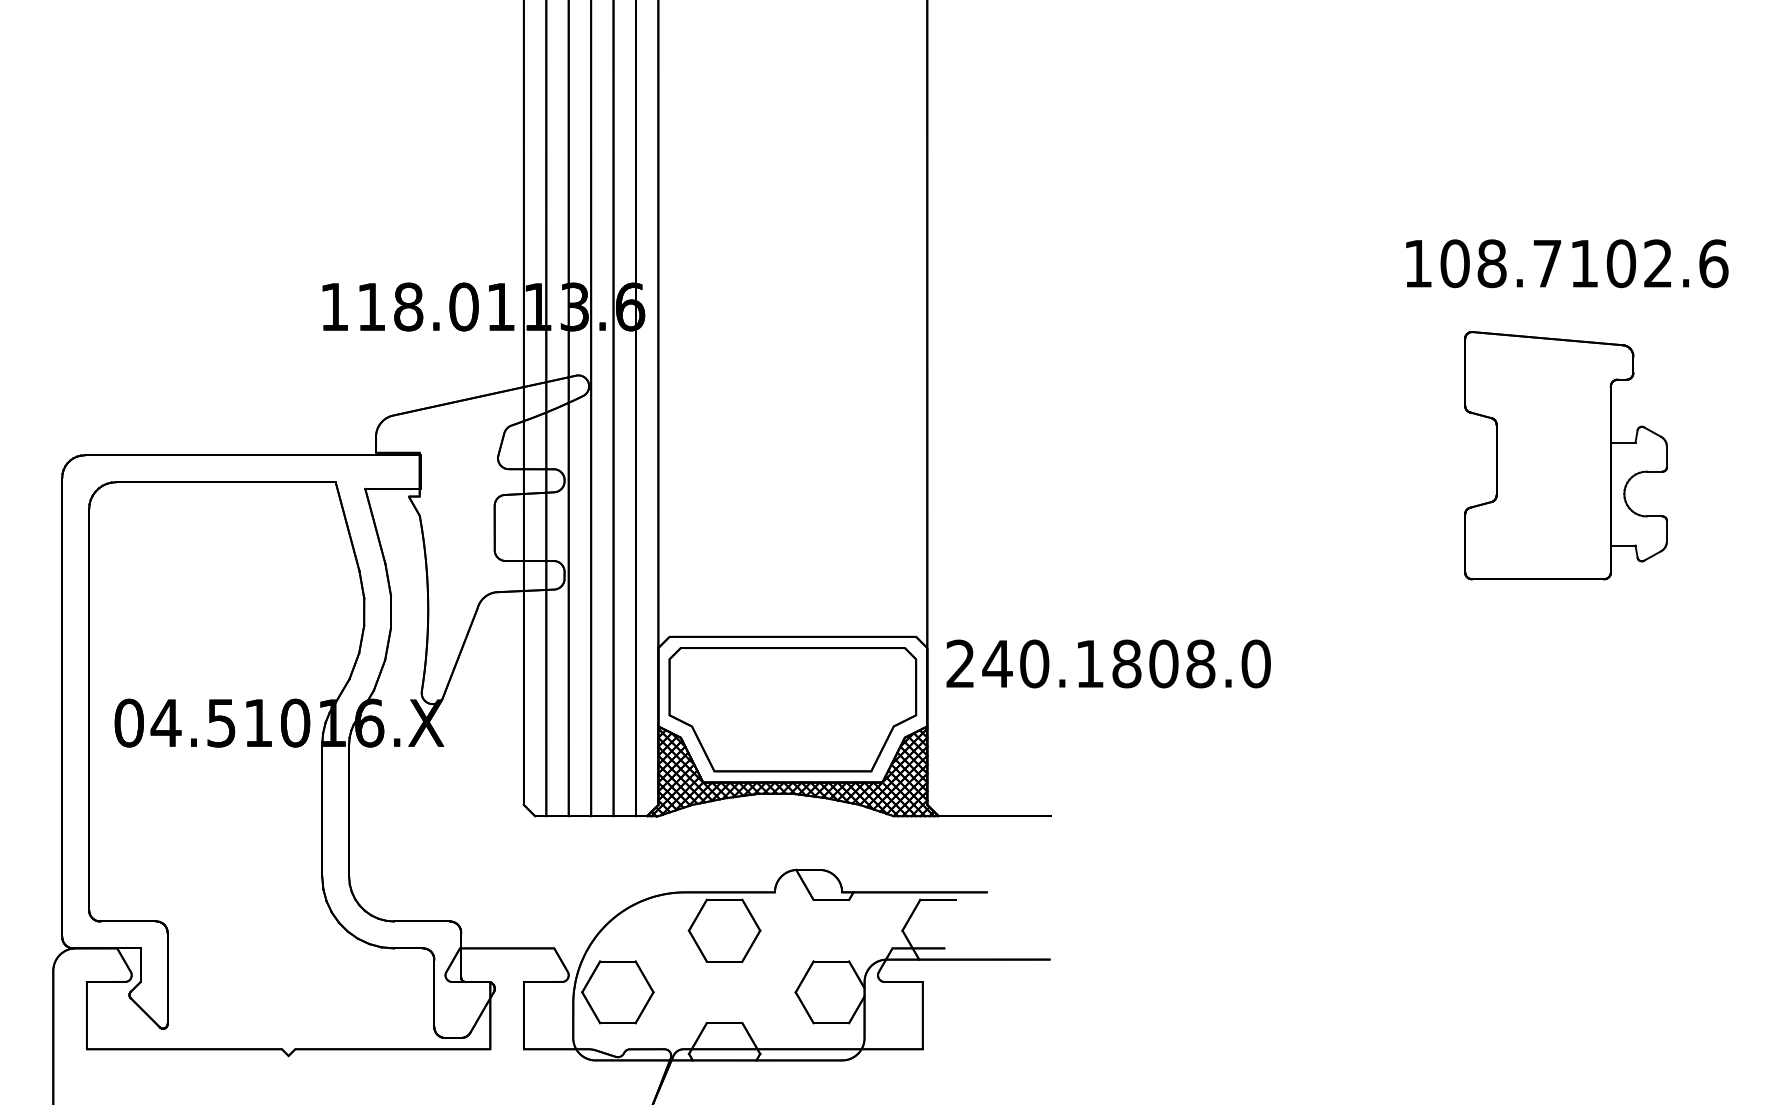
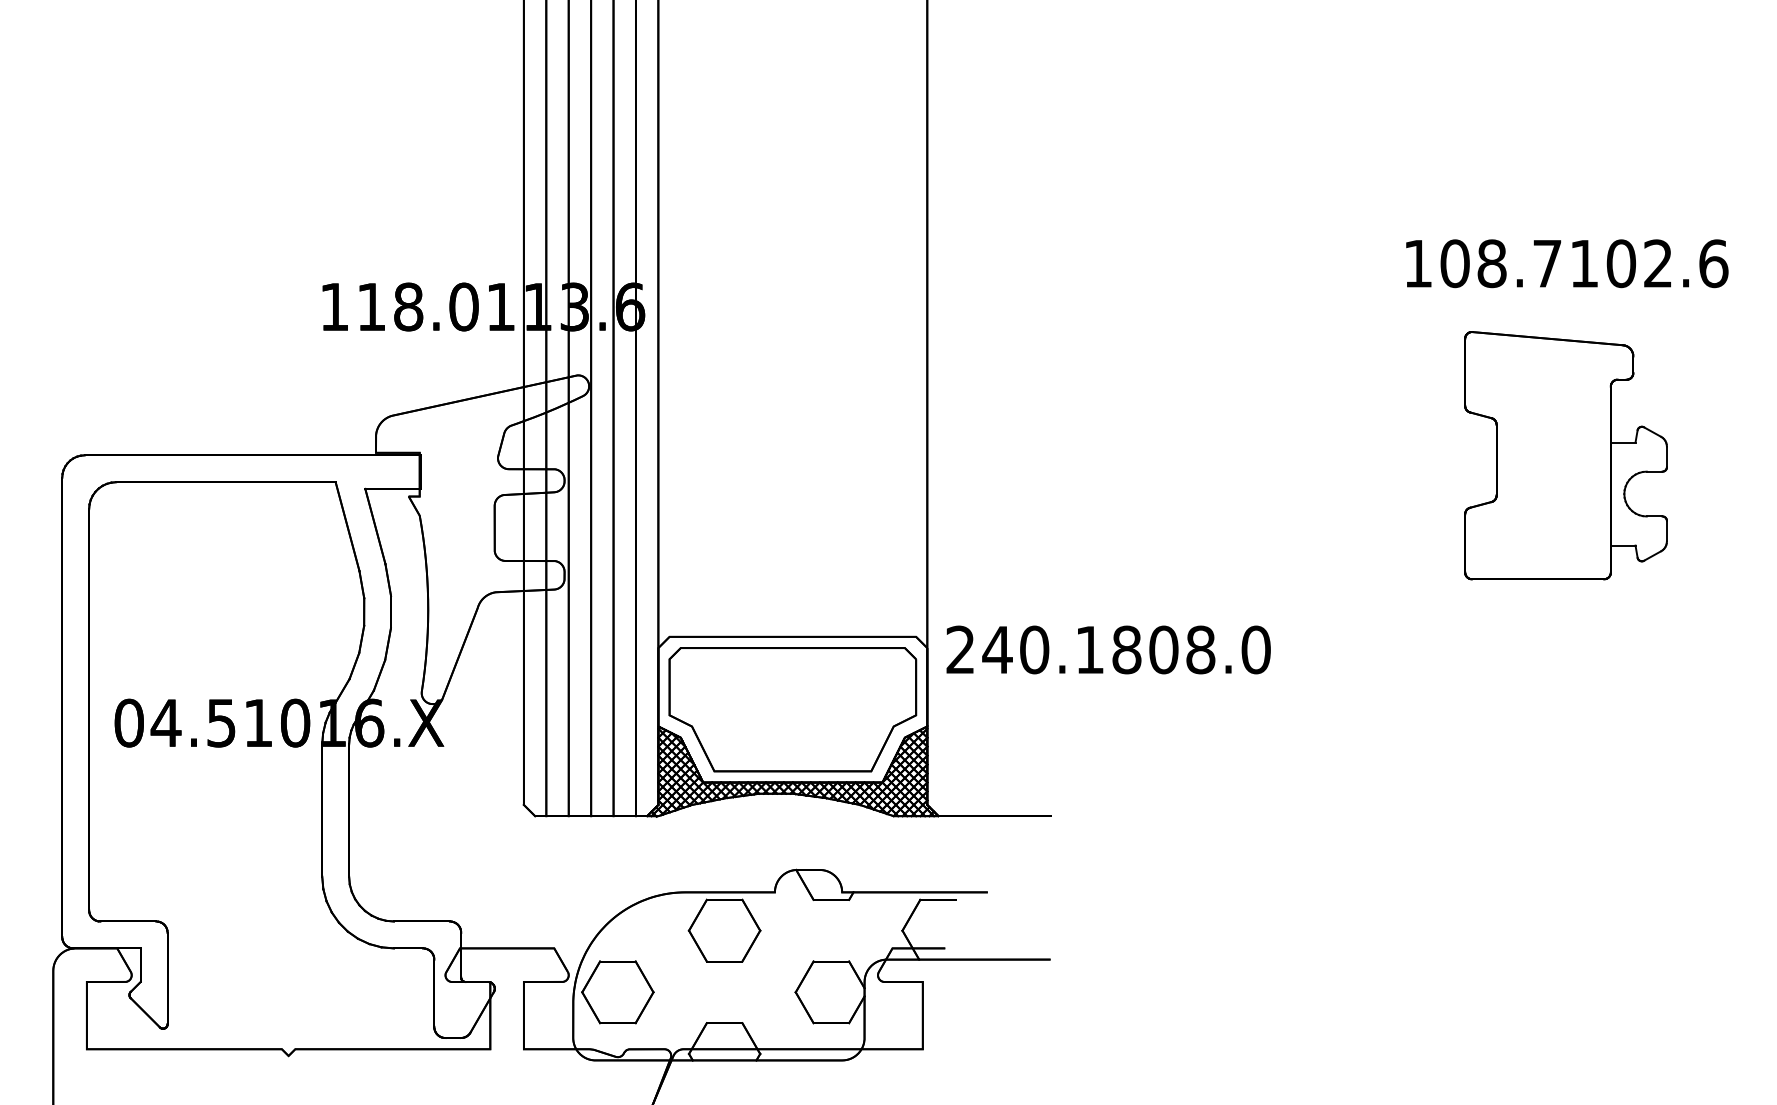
text at (1108, 663) position: (1108, 663) -> (1108, 649)
